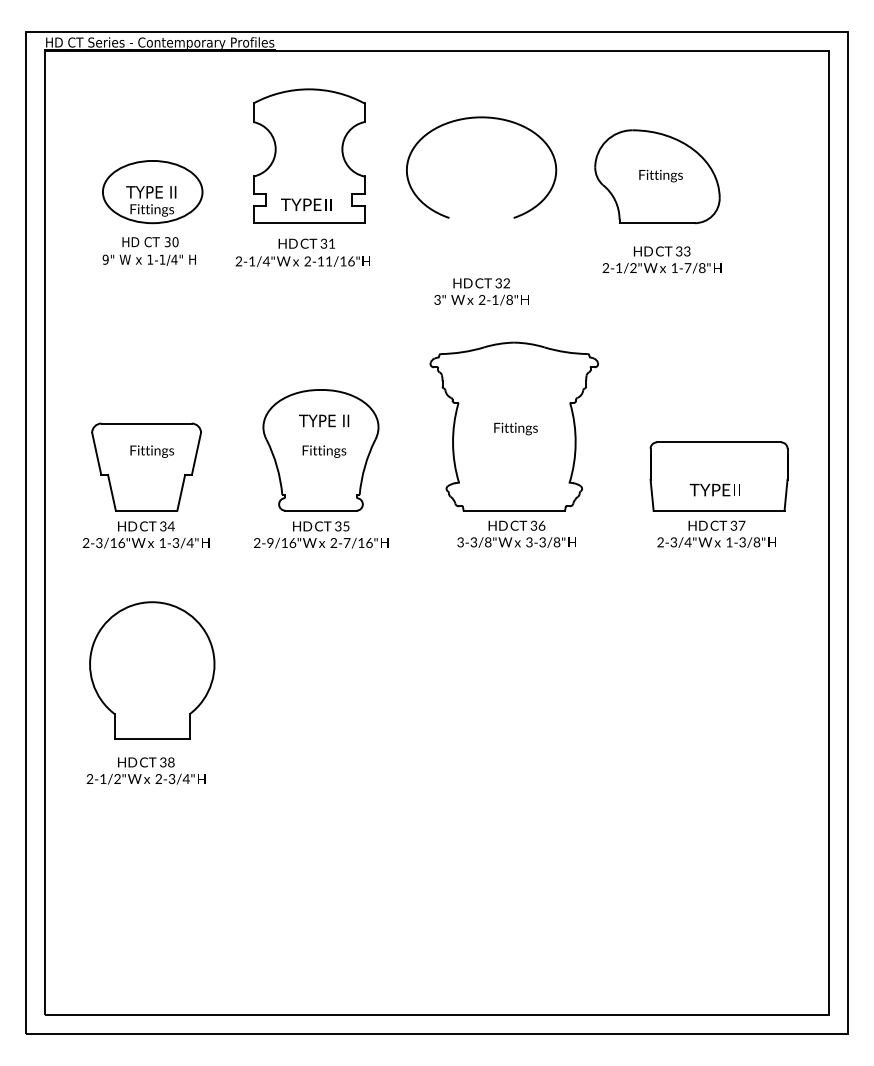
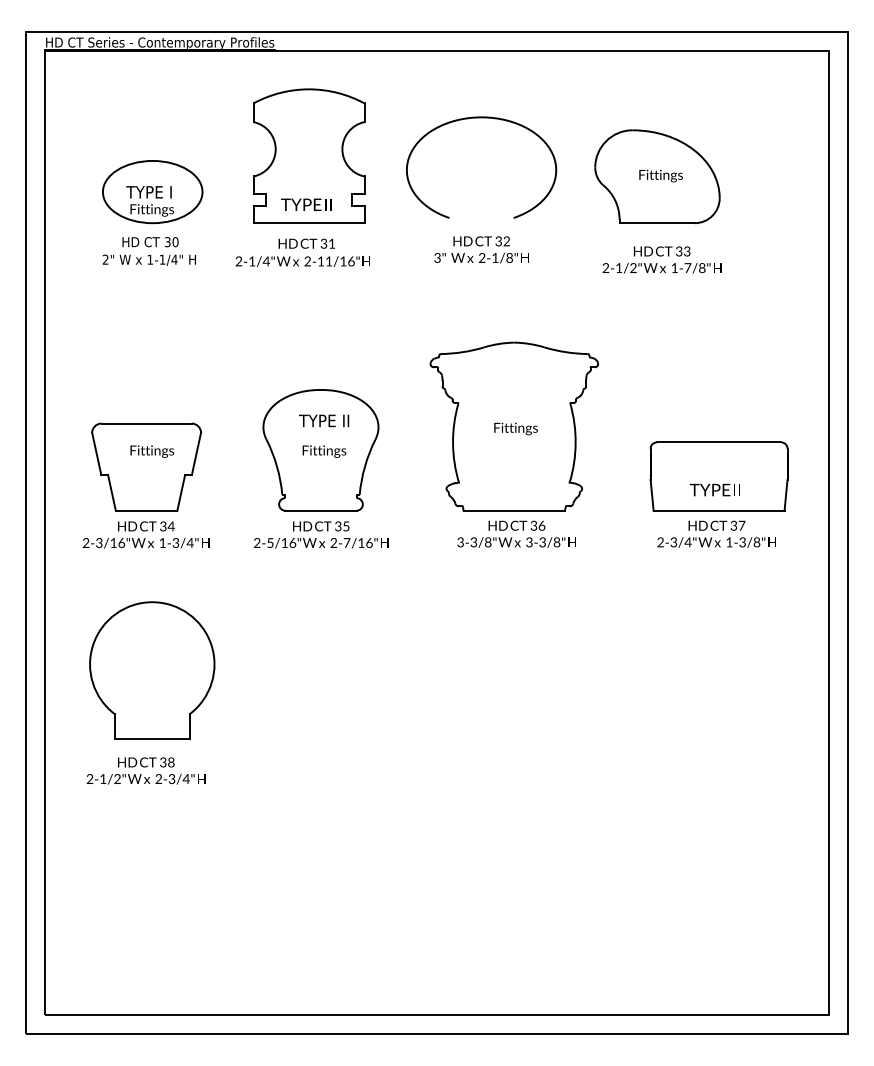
text at (175, 192): TYPE II -> TYPE I
text at (105, 259): 9" -> 2"
text at (481, 291) position: (481, 291) -> (481, 249)
text at (270, 542): 2-9/16" -> 2-5/16"
